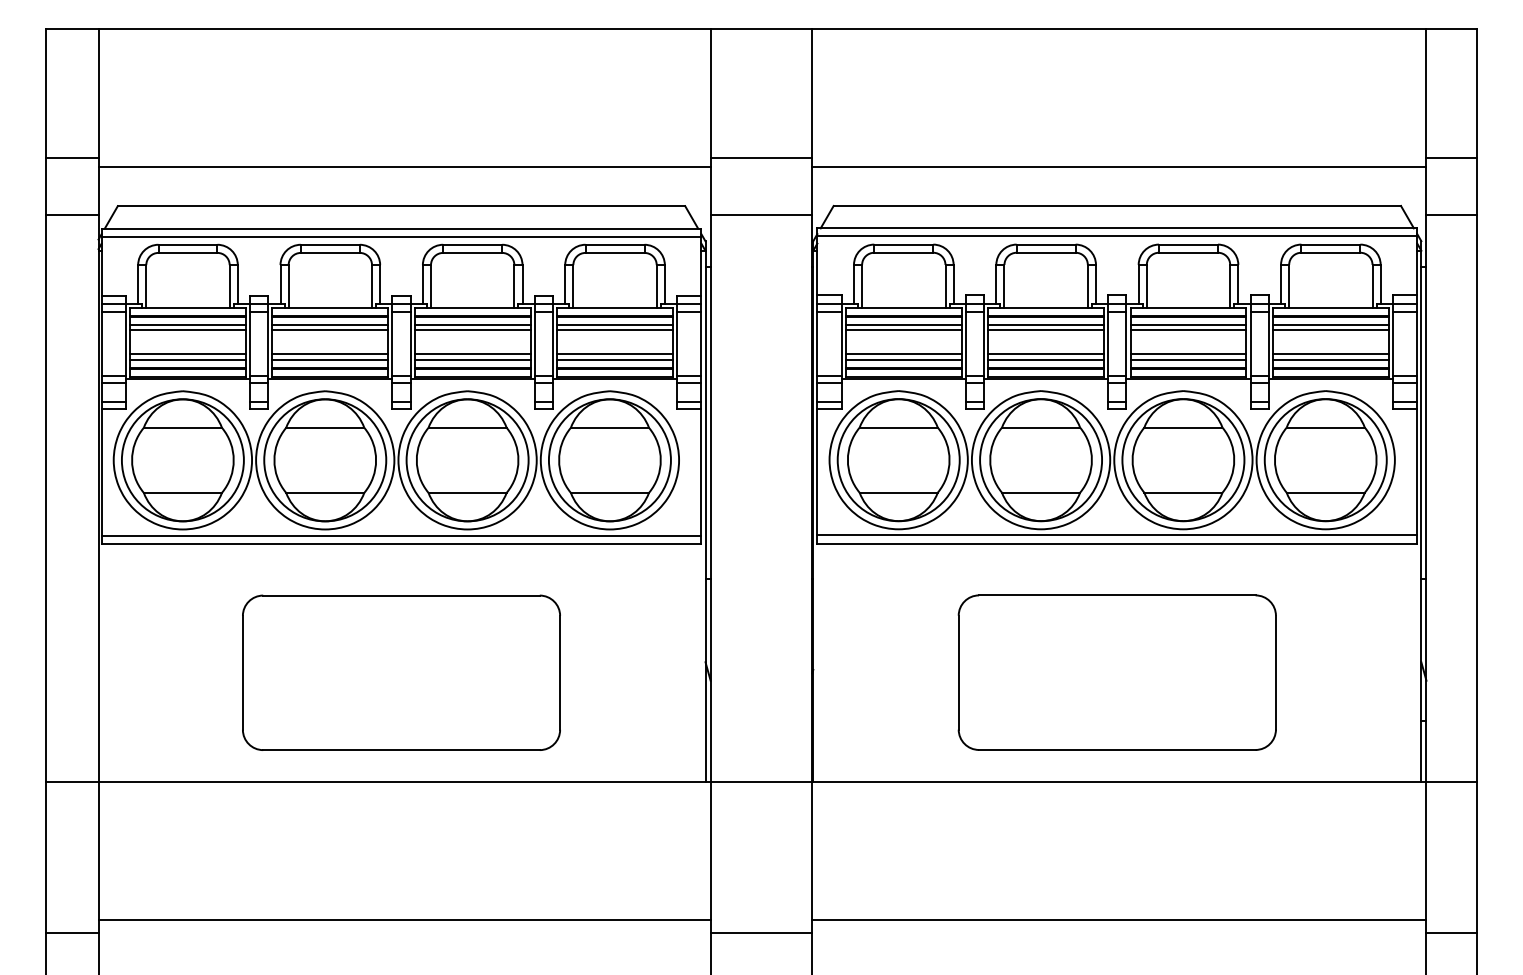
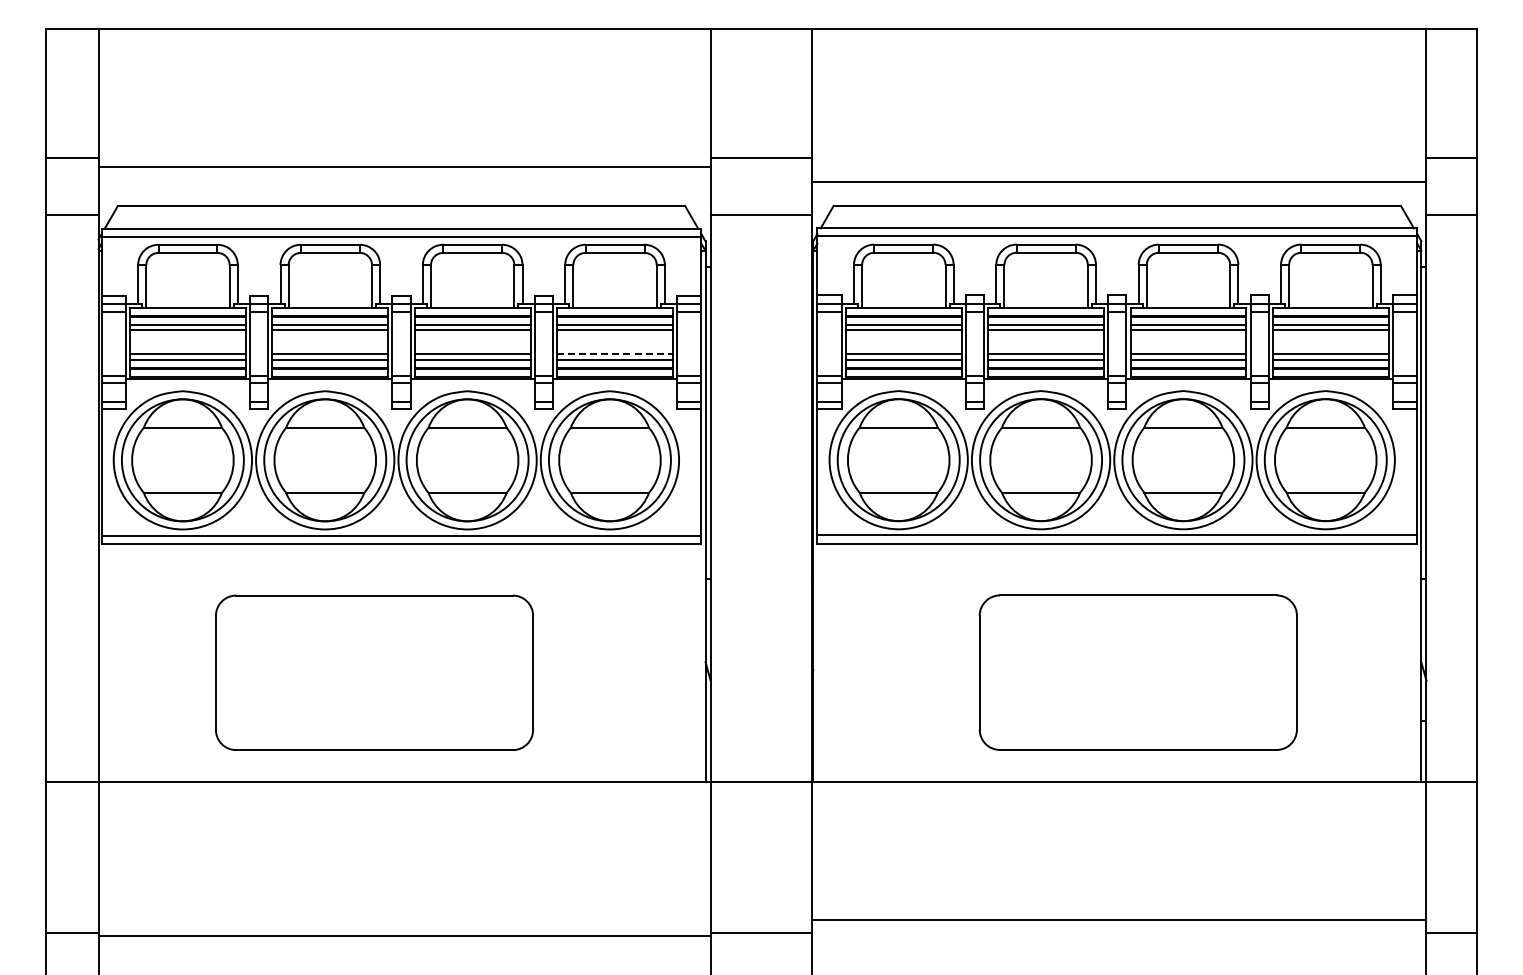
line at (1119, 167) position: (1119, 167) -> (1119, 182)
line at (615, 354): solid -> dashed
part at (401, 672) position: (401, 672) -> (374, 672)
part at (1116, 672) position: (1116, 672) -> (1137, 672)
line at (404, 919) position: (404, 919) -> (404, 935)
